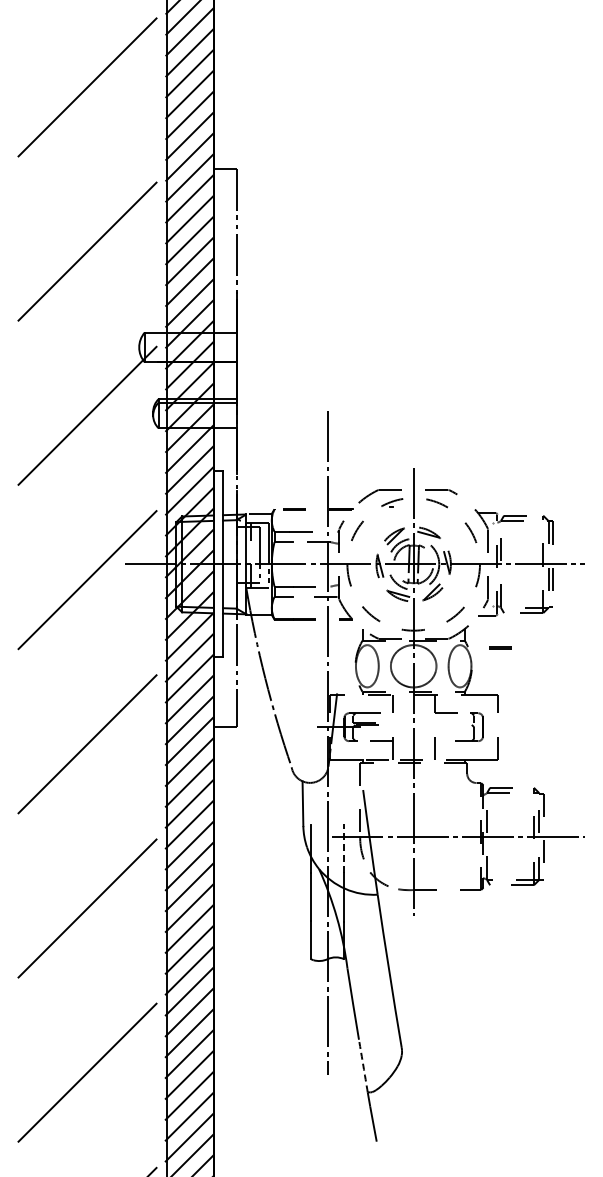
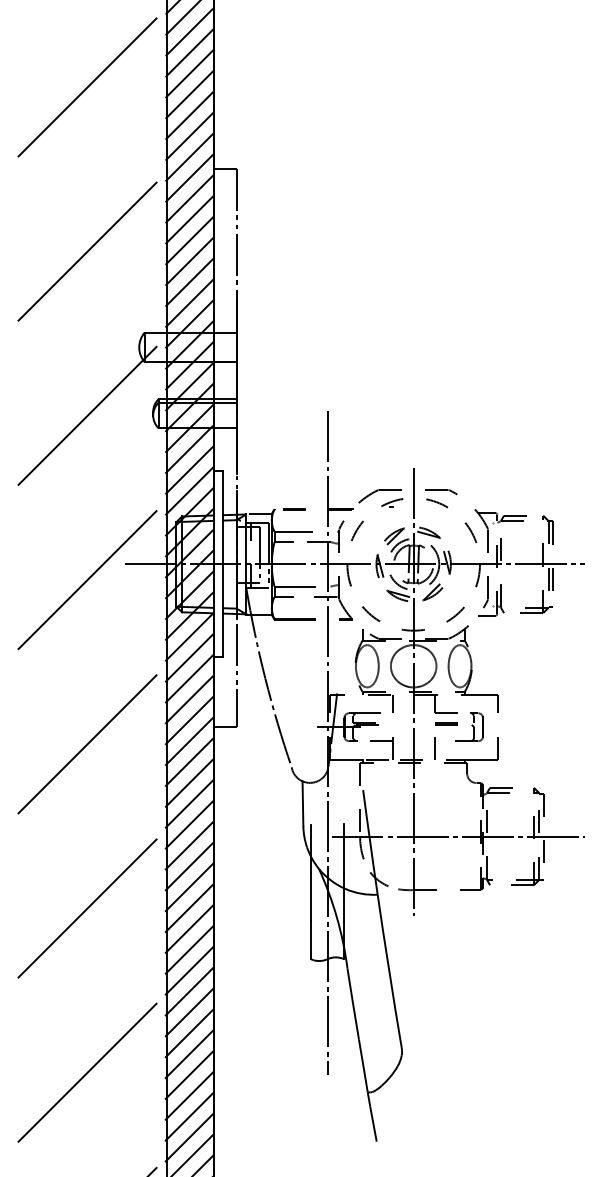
line at (500, 647) position: (500, 647) -> (446, 723)
line at (344, 848): dashed -> solid
arc at (363, 1066): dashed -> solid
